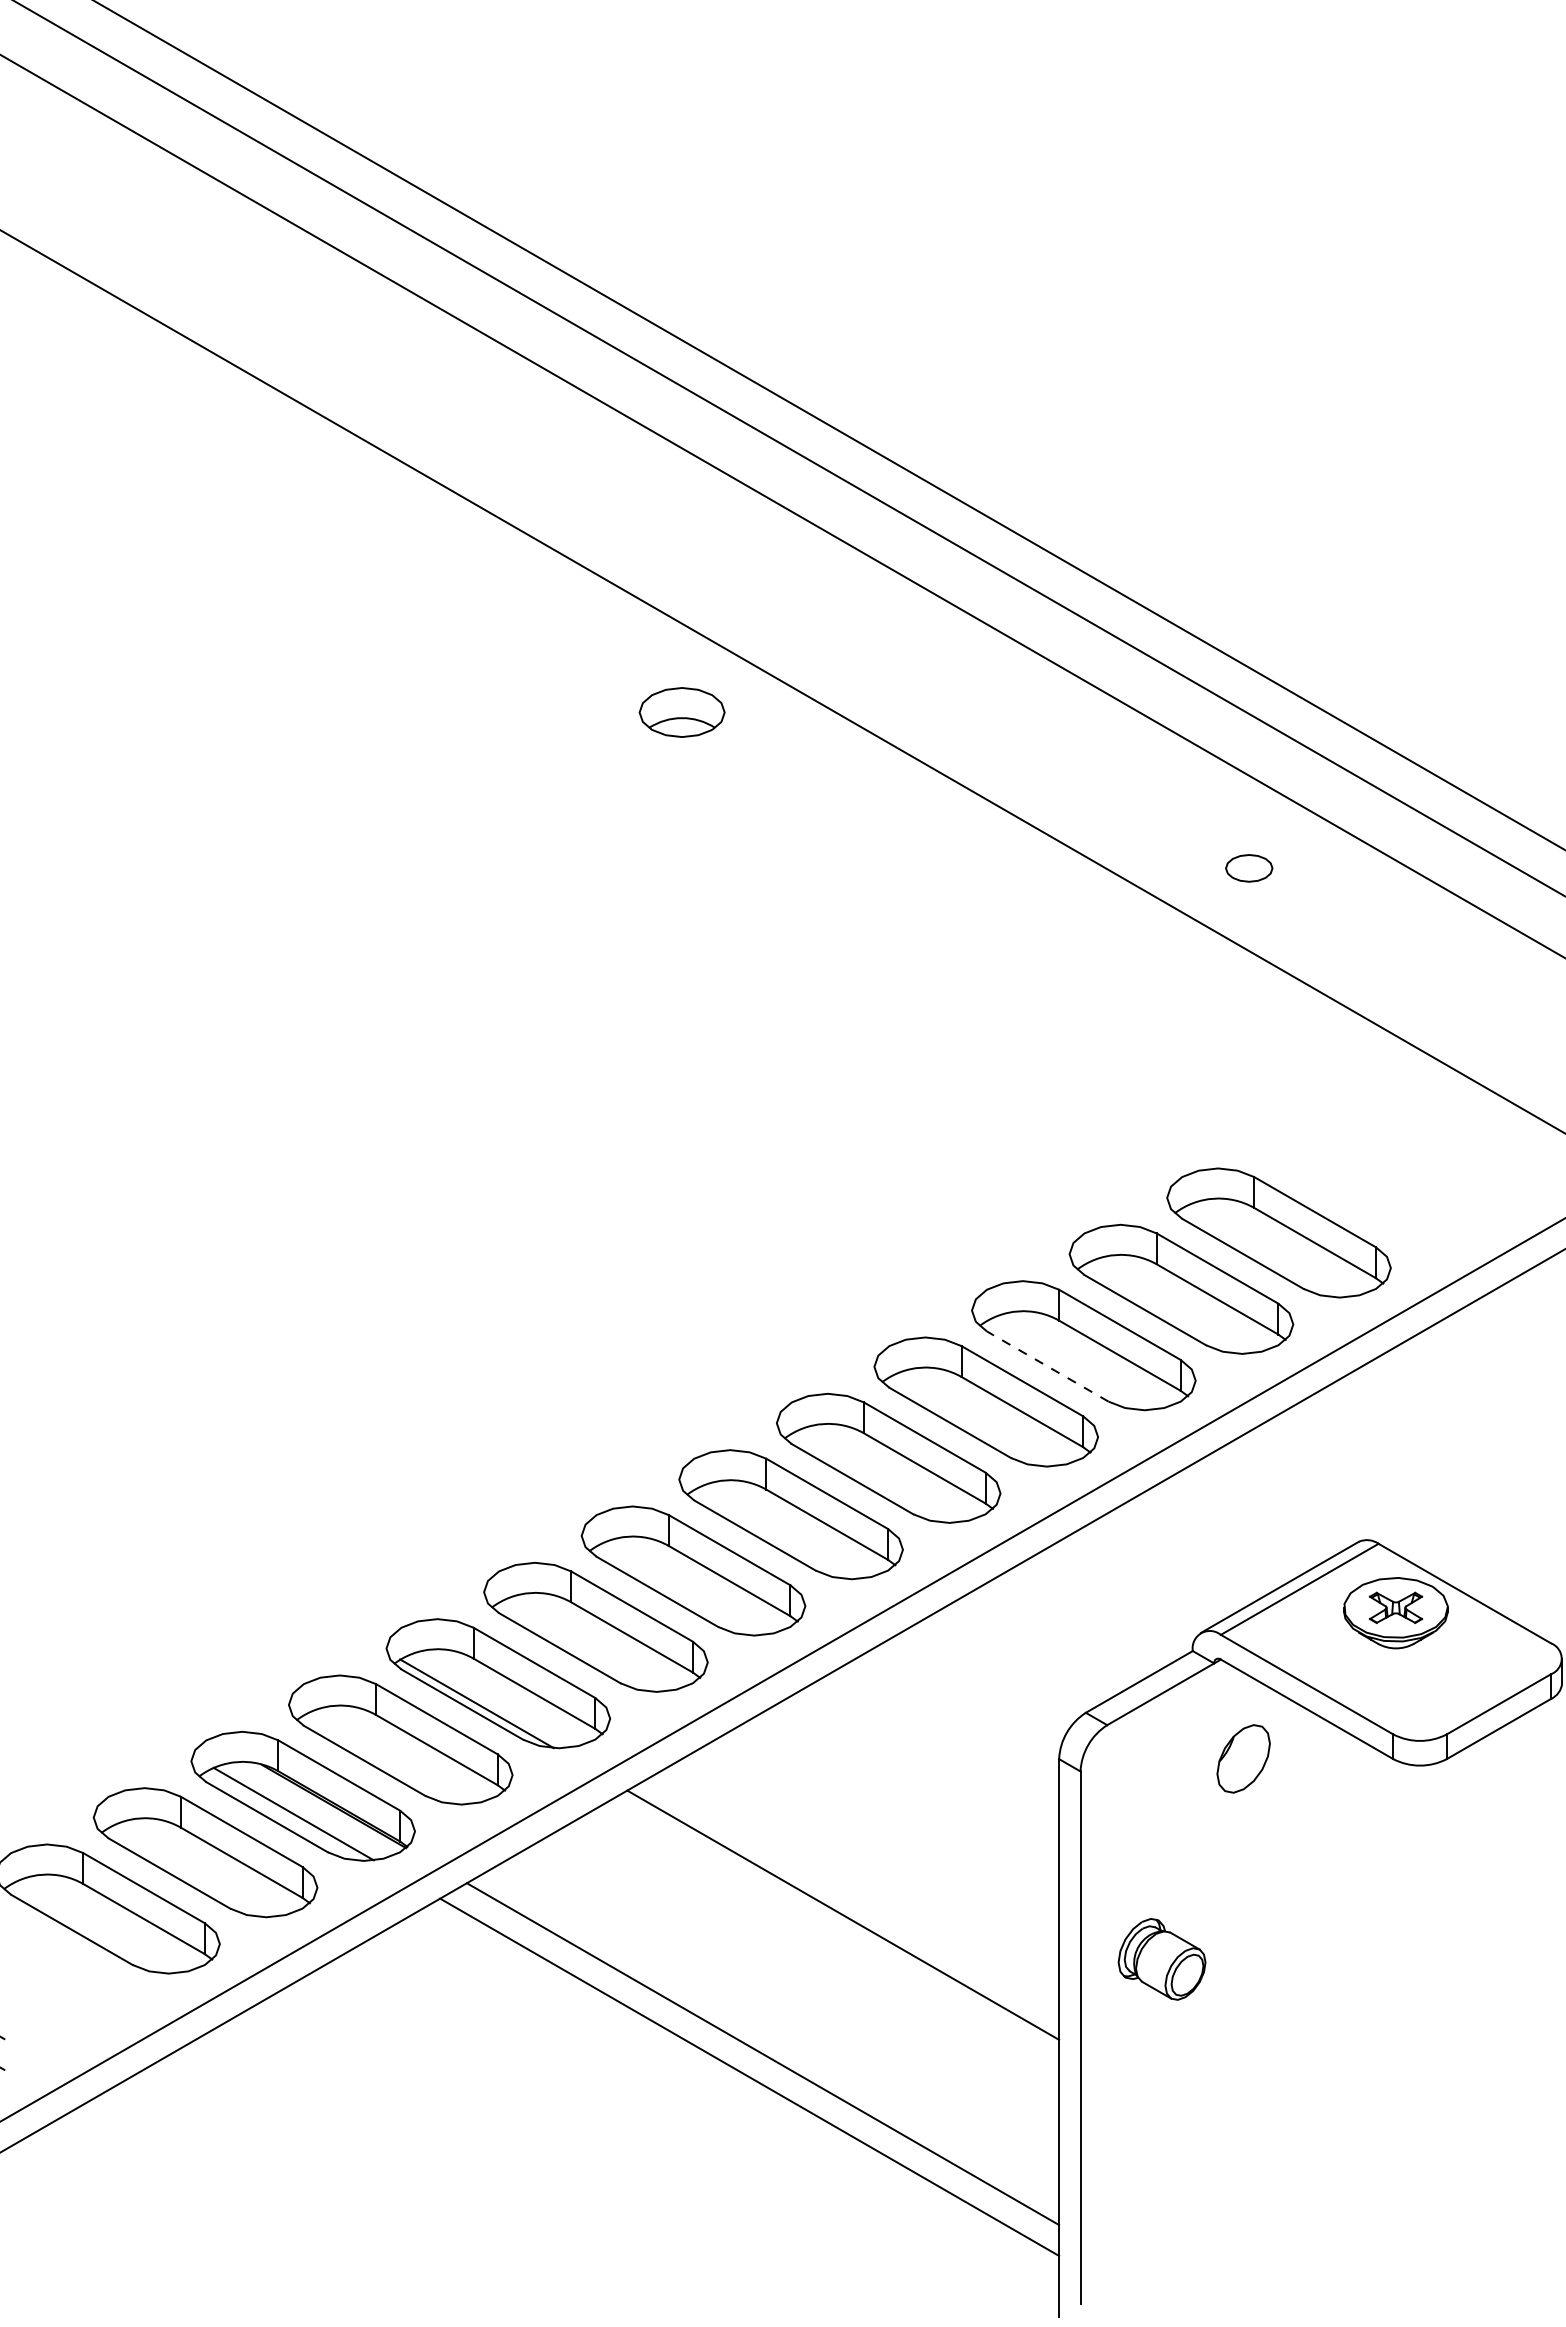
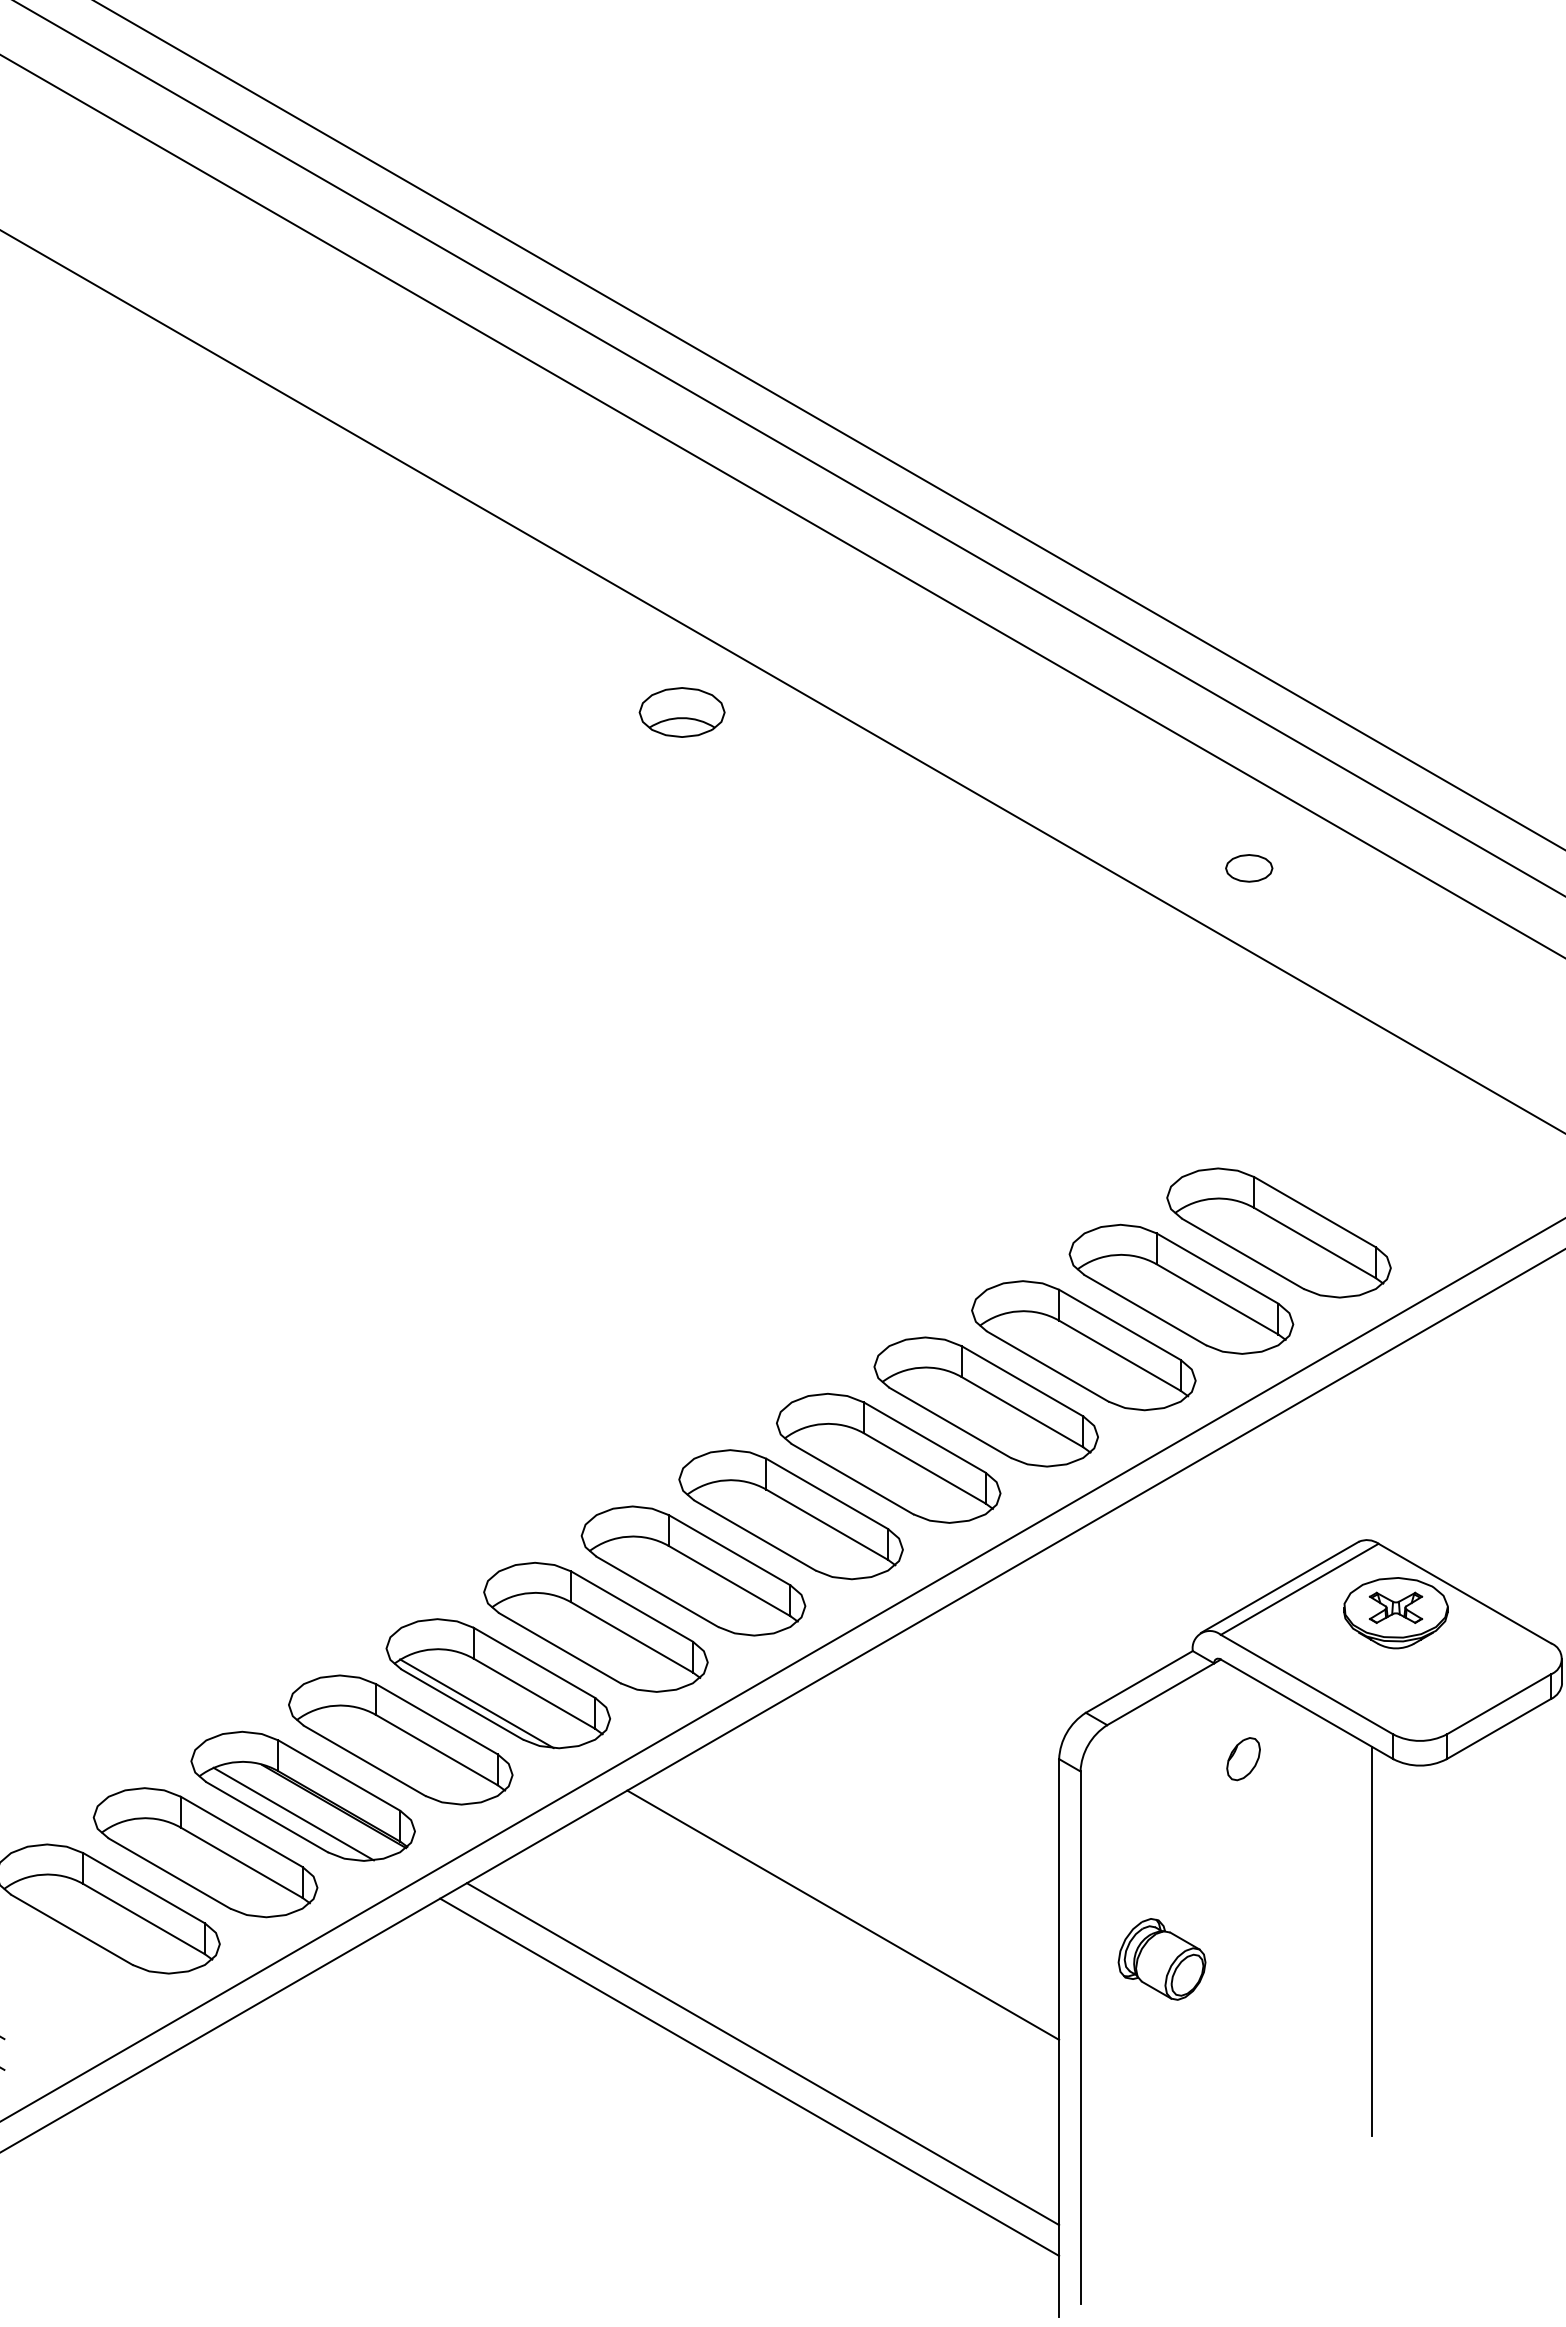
line at (1047, 1366): dashed -> solid
part at (1243, 1758) size: 55x70 px -> 35x45 px
line at (1371, 1941): none -> present
